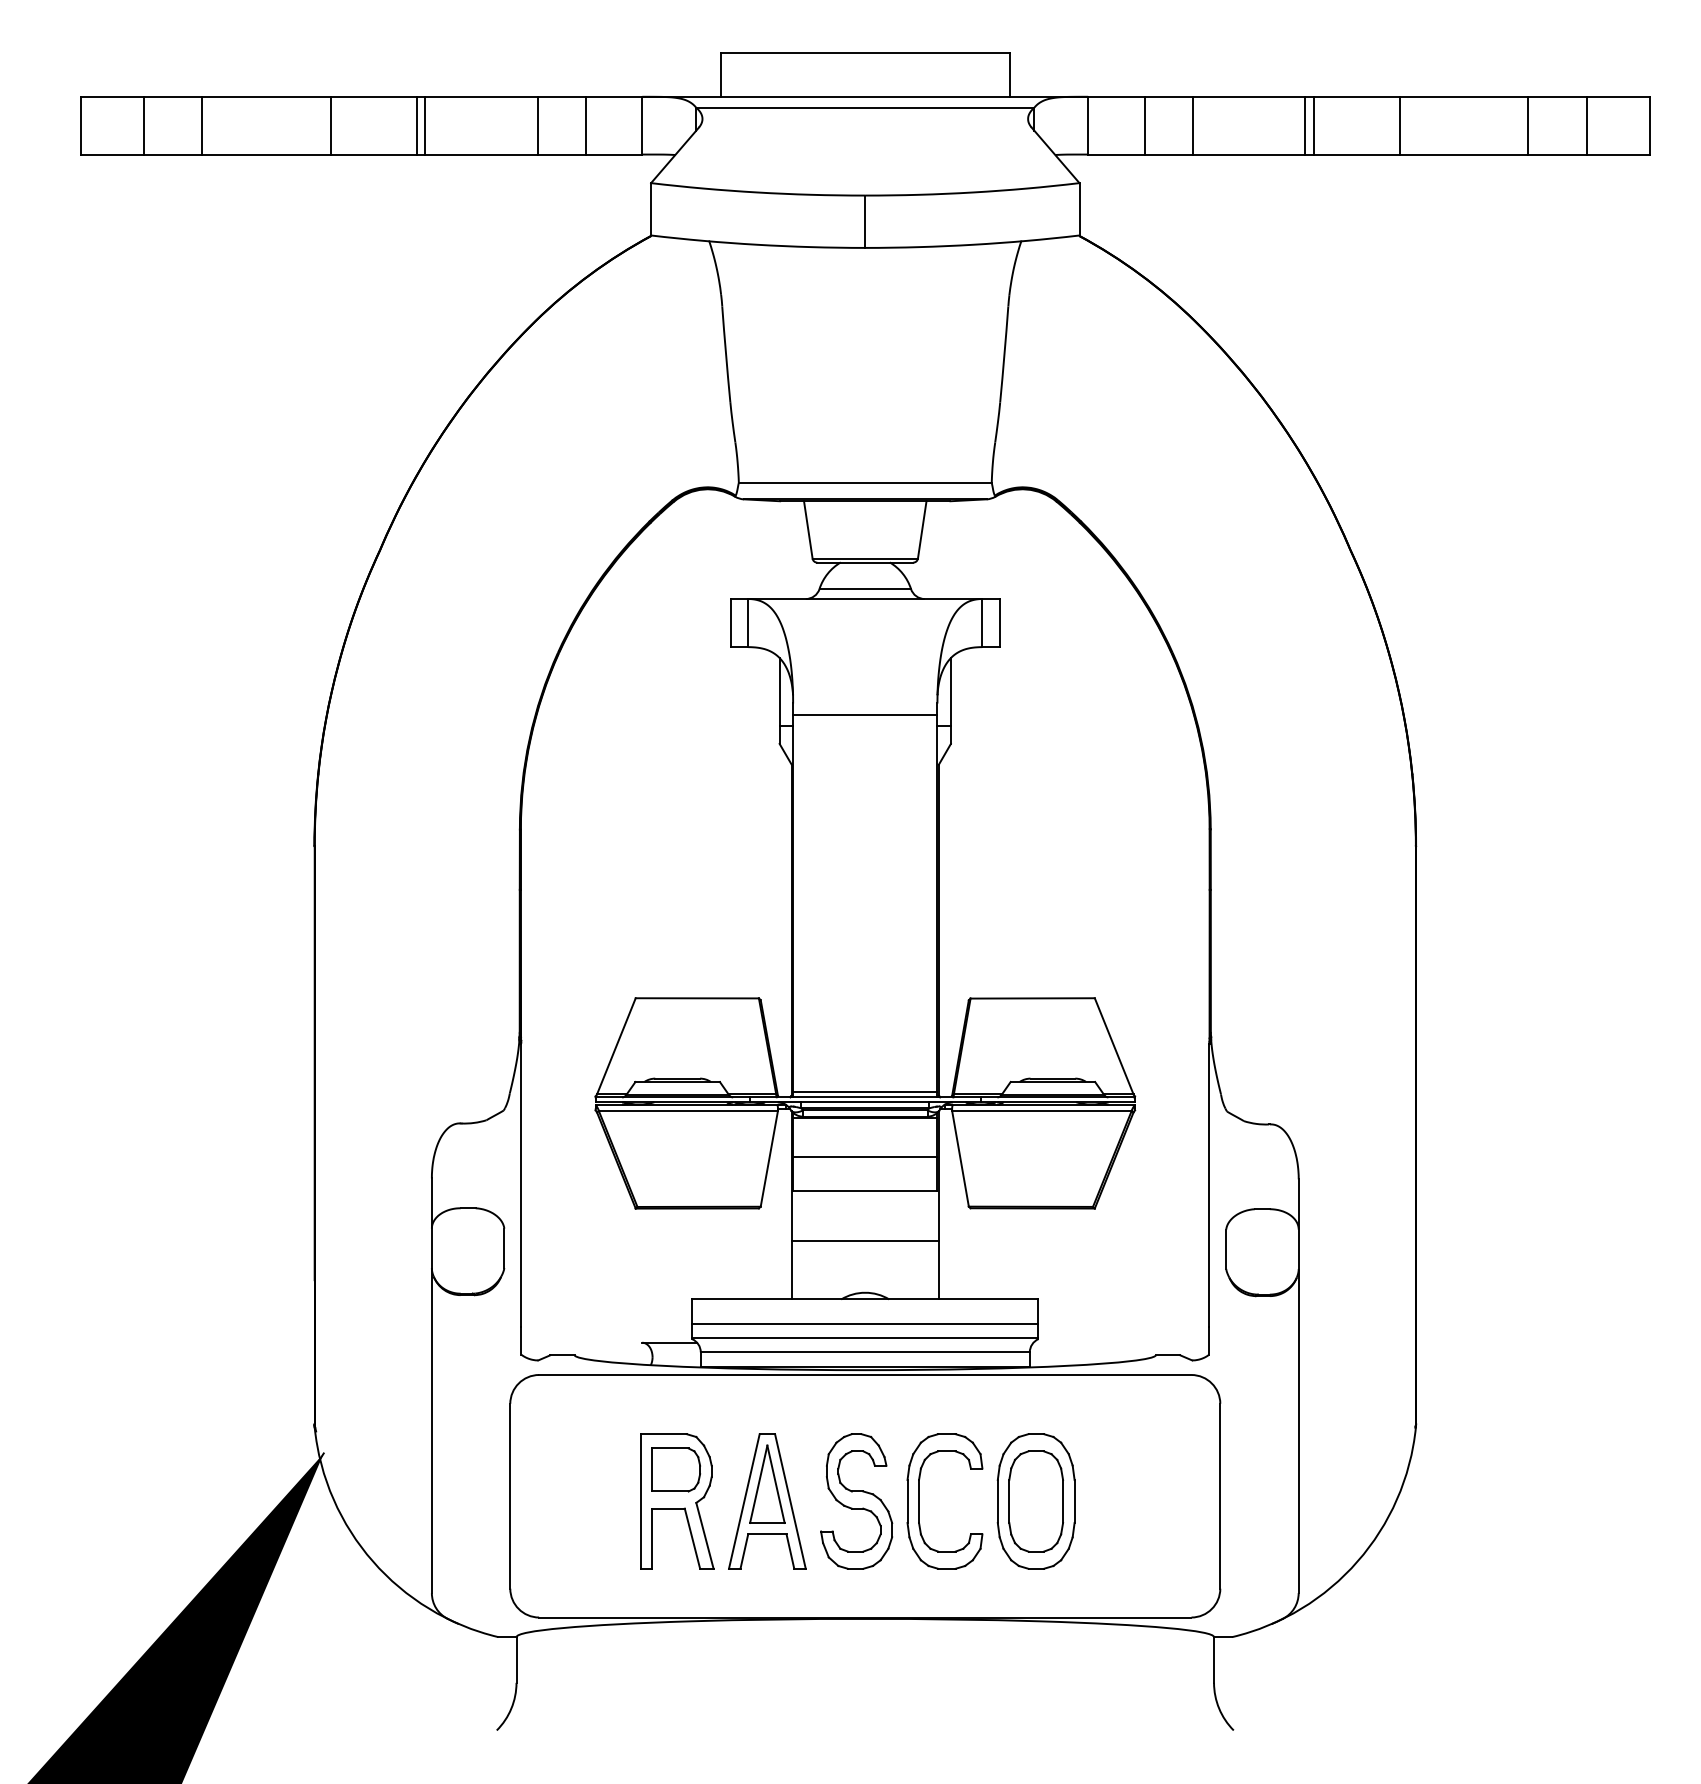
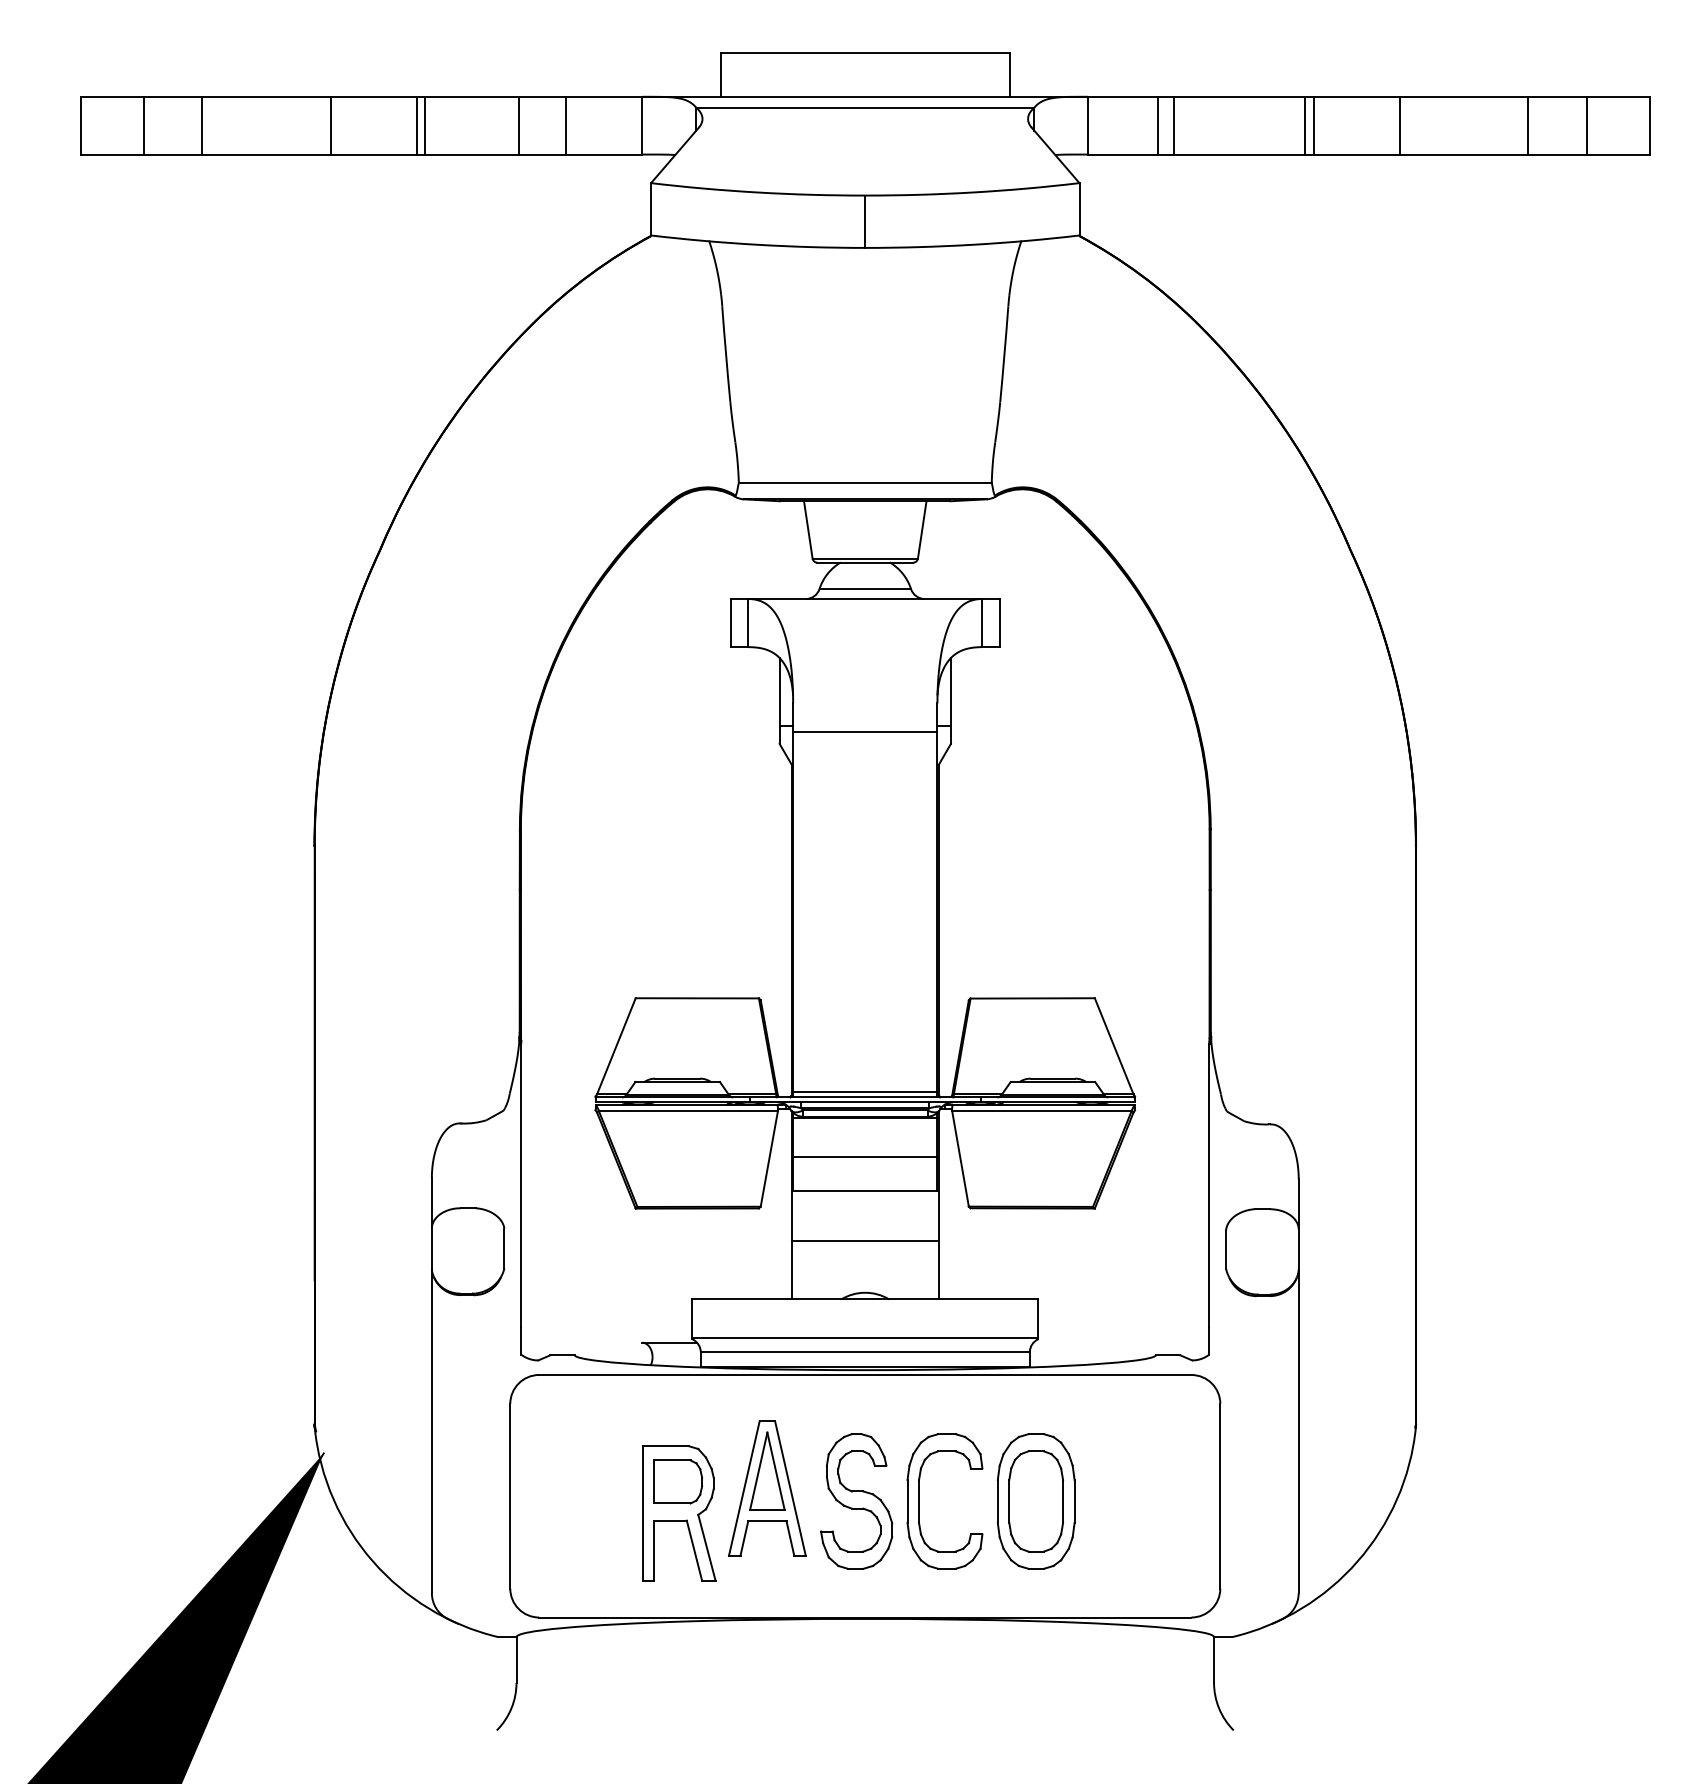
line at (538, 125) position: (538, 125) -> (519, 125)
line at (585, 125) position: (585, 125) -> (565, 125)
line at (1144, 125) position: (1144, 125) -> (1157, 125)
line at (1192, 125) position: (1192, 125) -> (1173, 125)
line at (865, 714) position: (865, 714) -> (865, 731)
line at (865, 1323): present -> none
part at (677, 1501) position: (677, 1501) -> (679, 1513)
part at (767, 1501) position: (767, 1501) -> (767, 1488)
